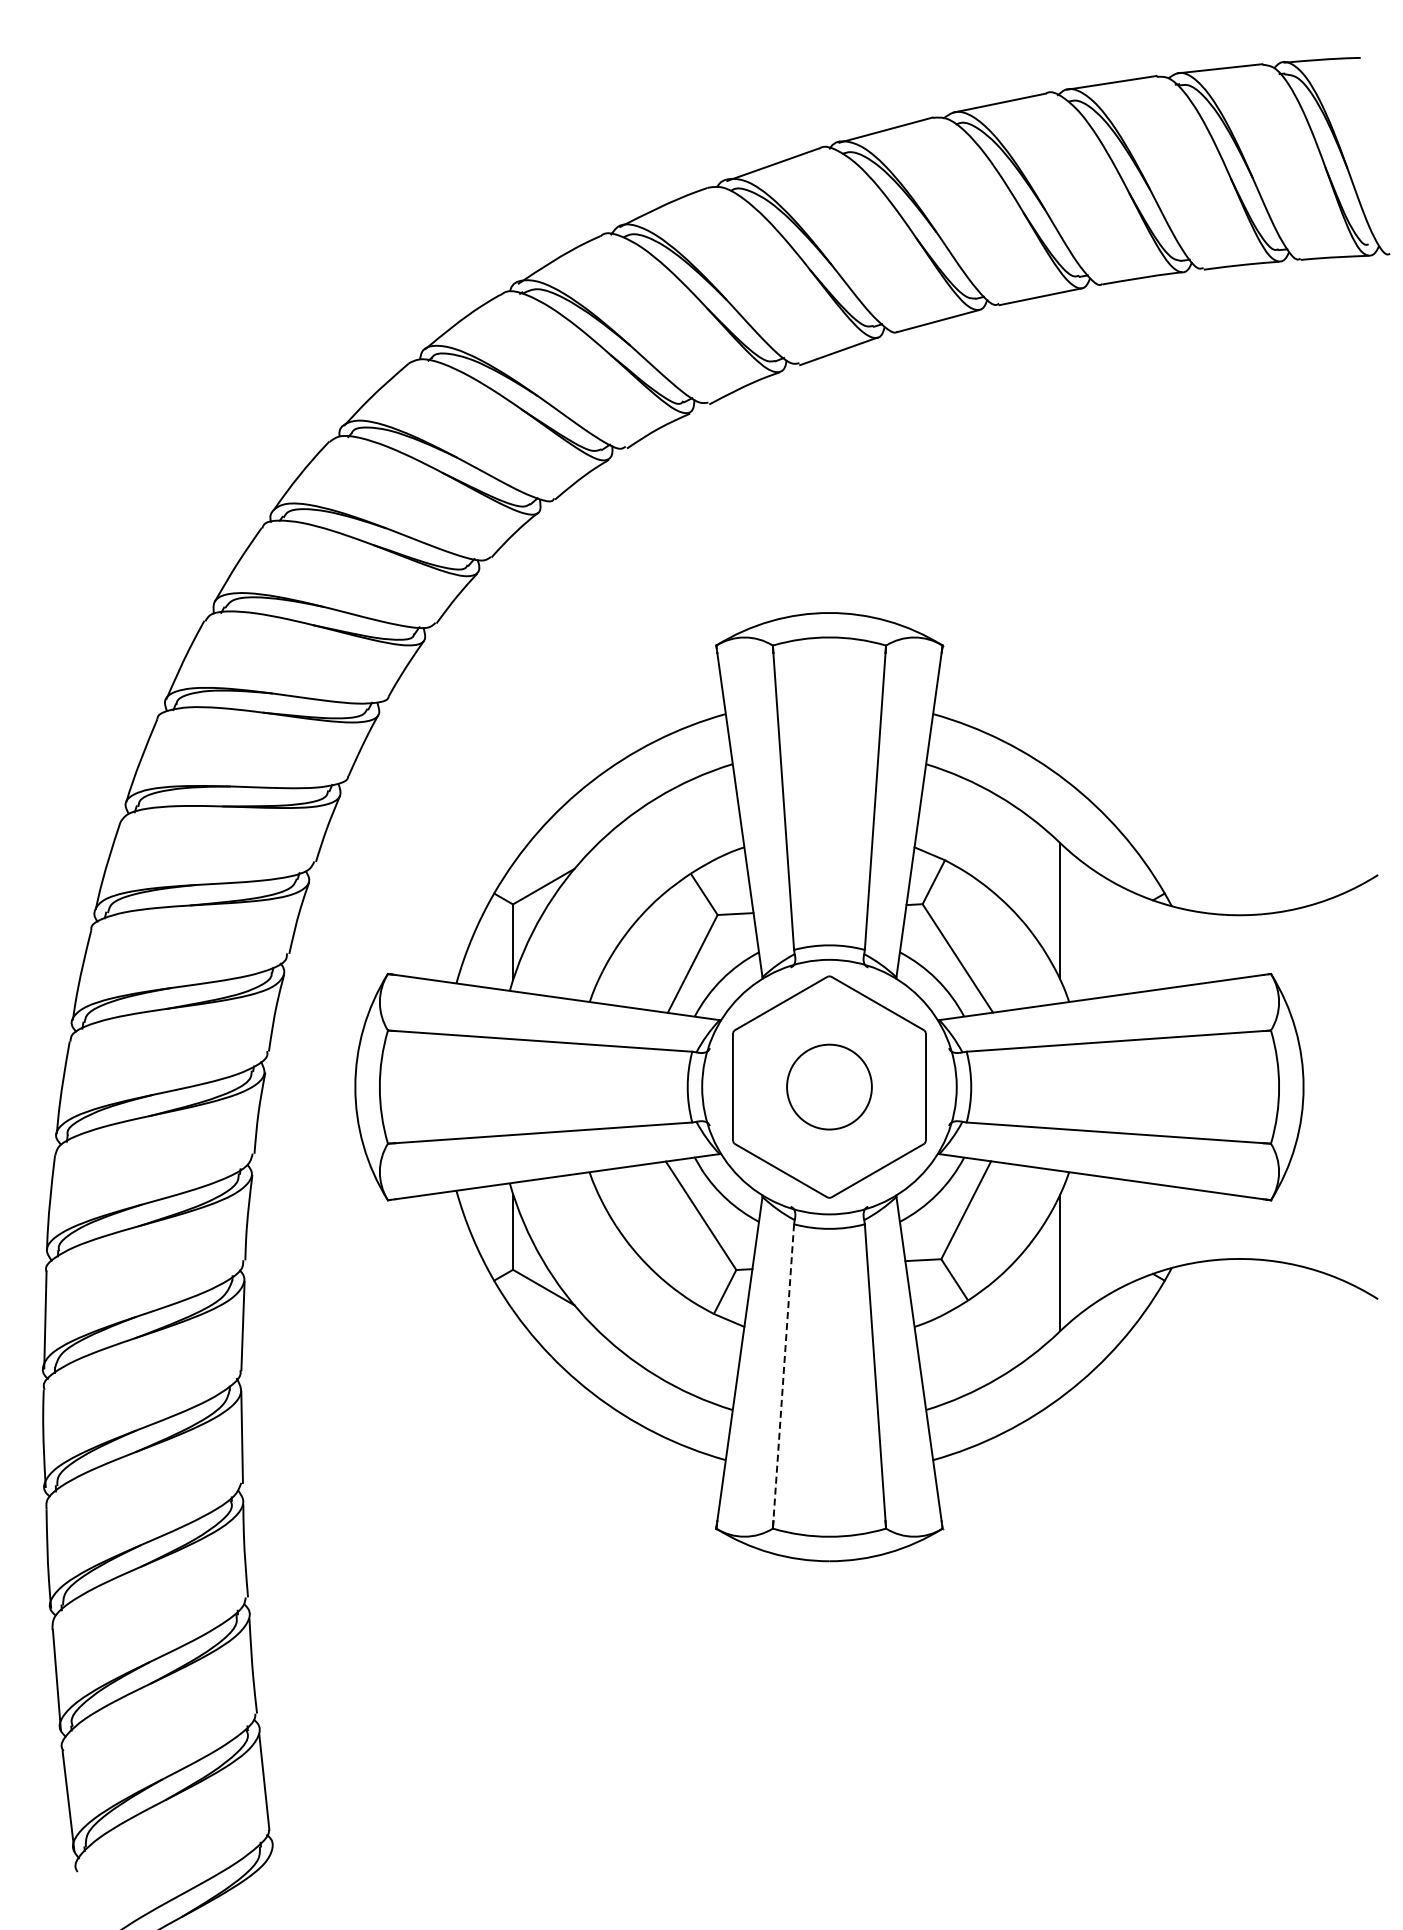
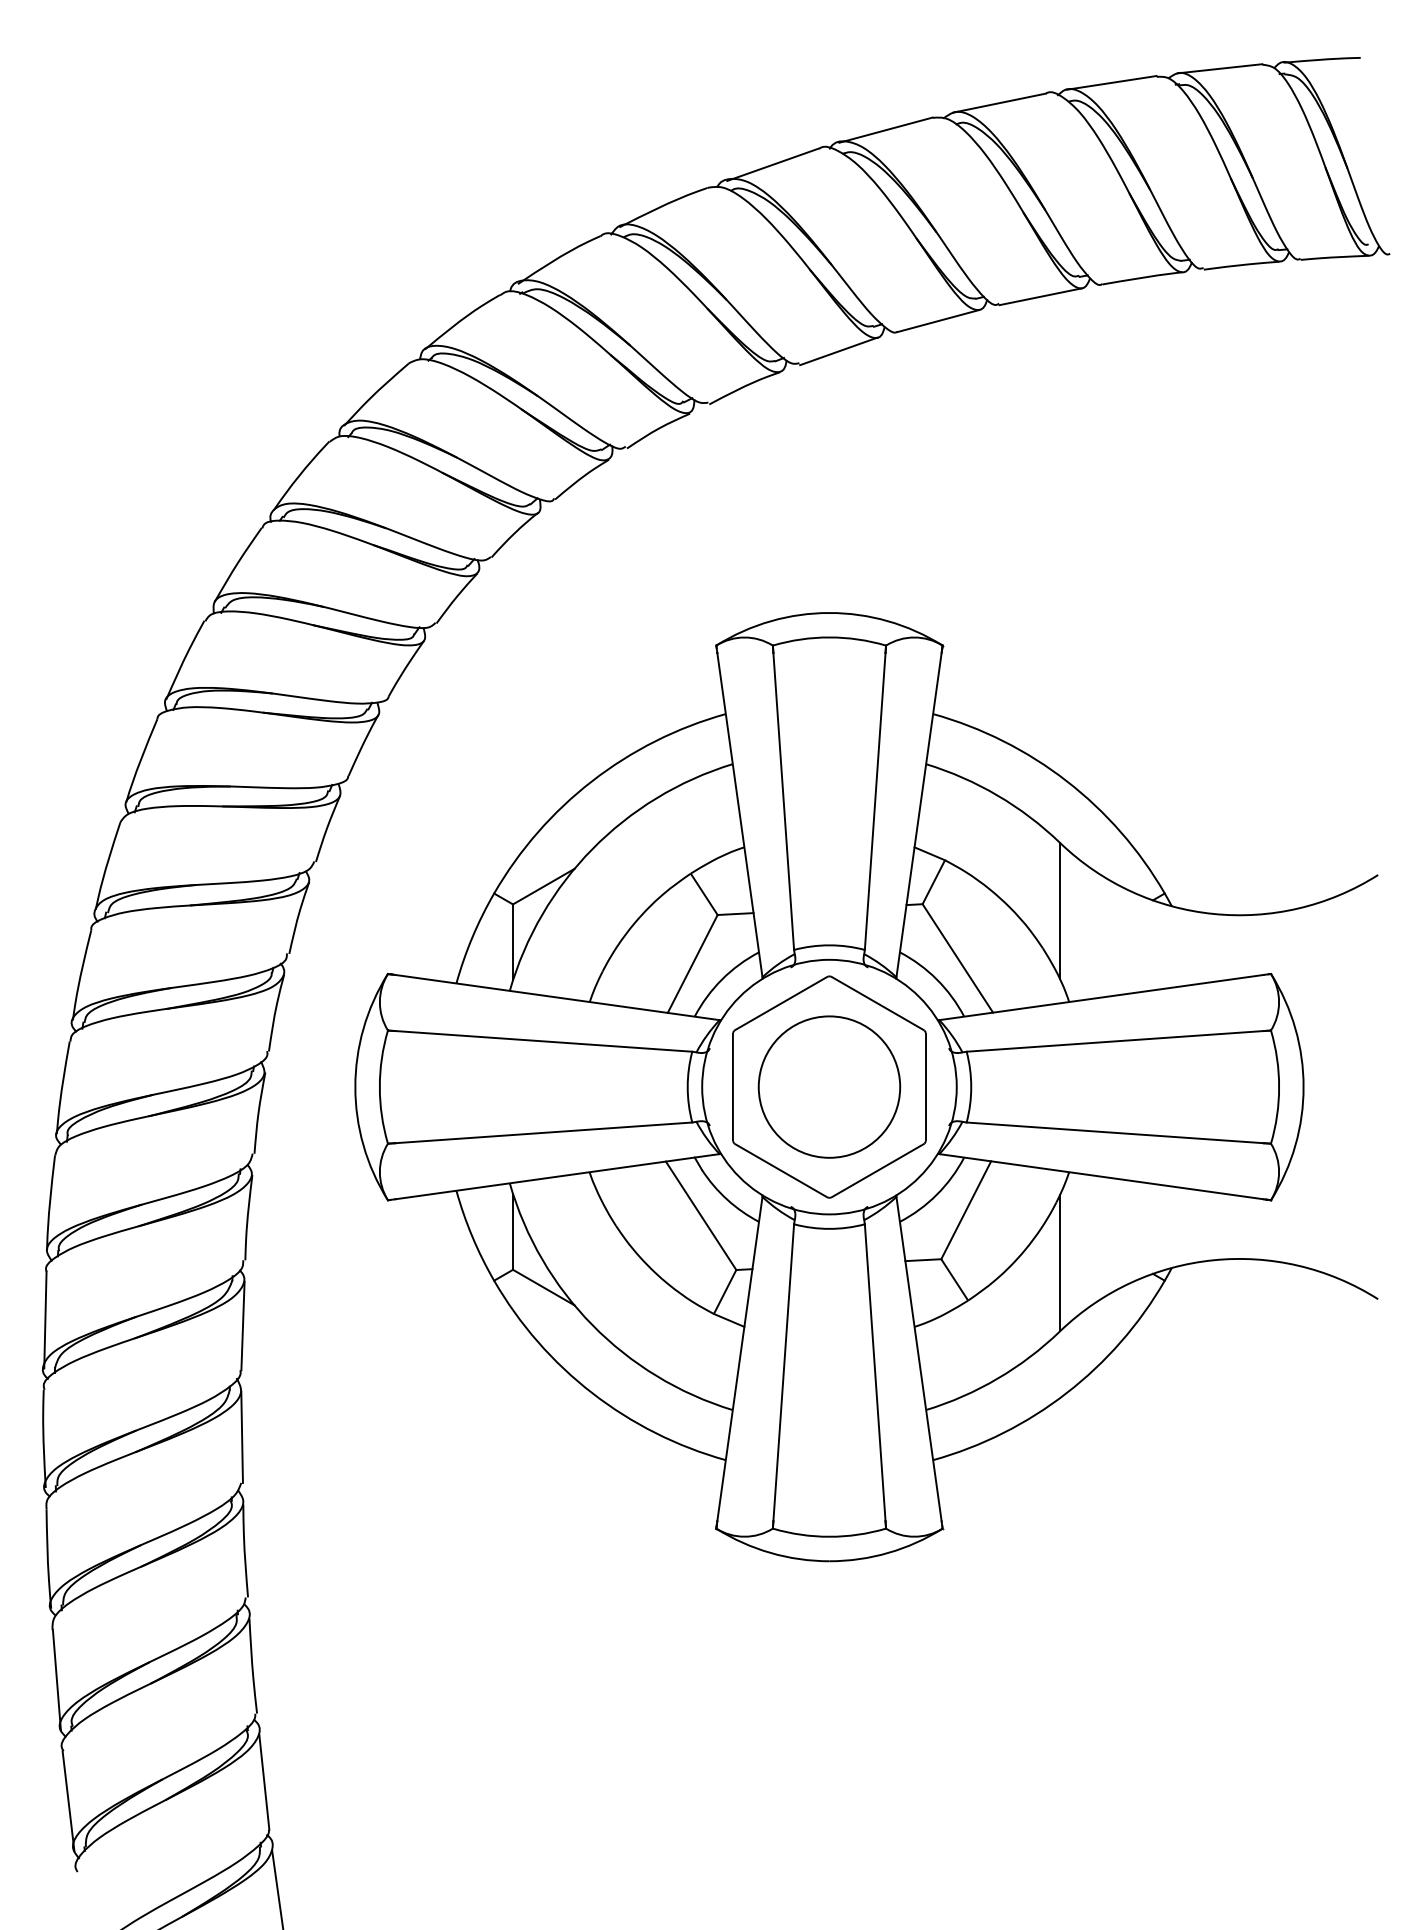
circle at (829, 1086) diameter: 85 px -> 141 px
line at (783, 1372): dashed -> solid
line at (277, 1888): none -> present
